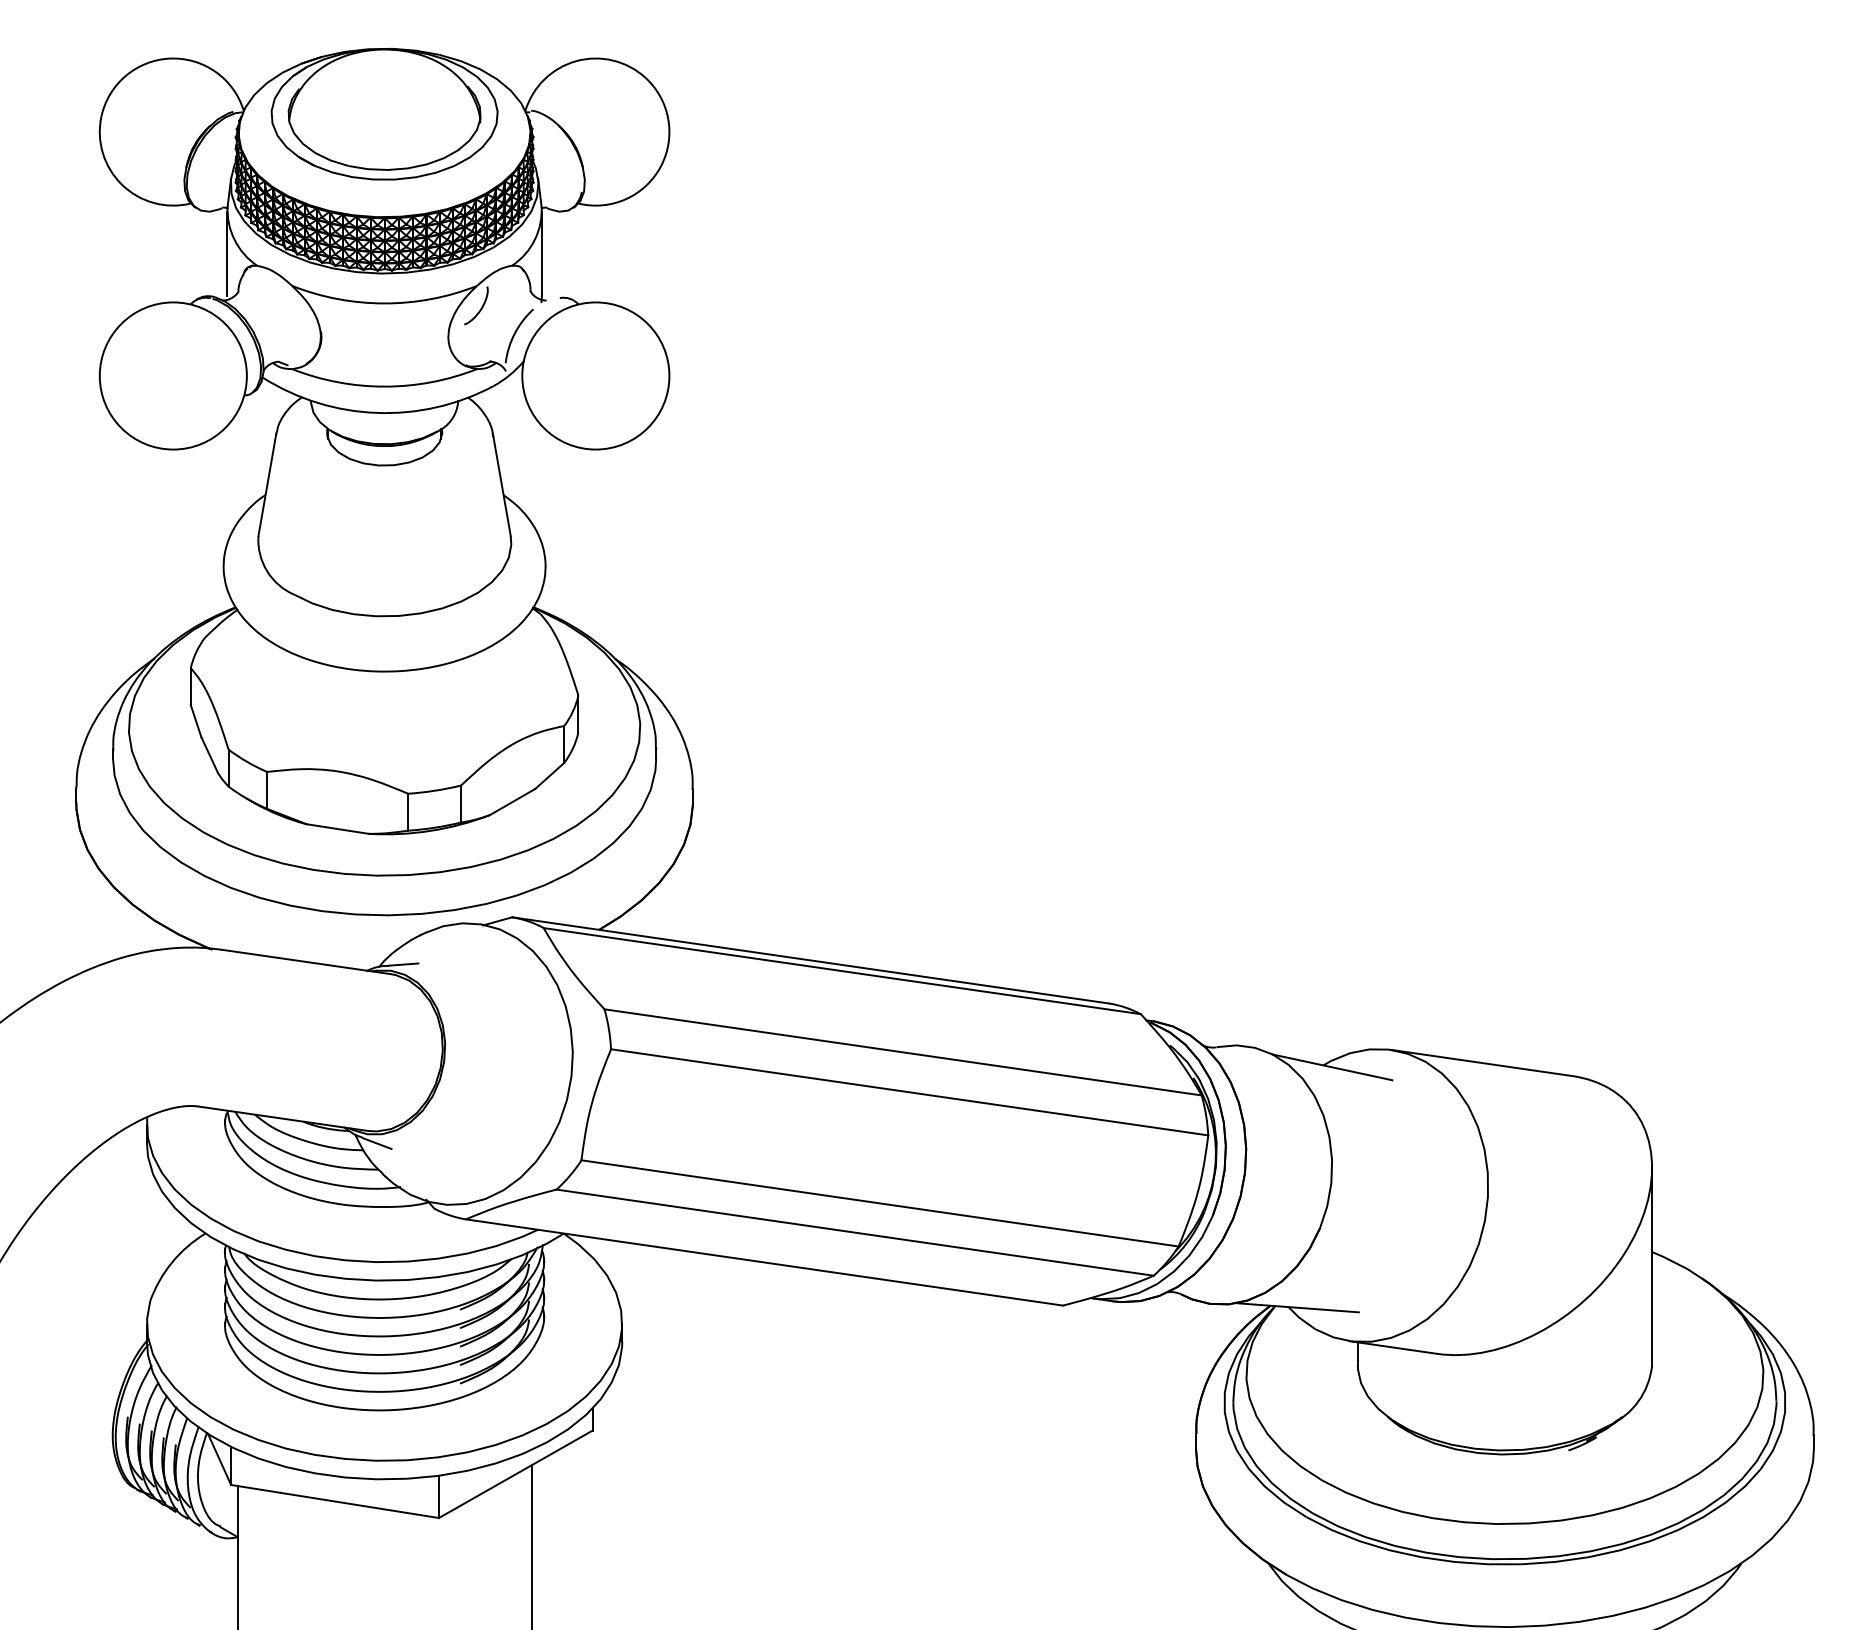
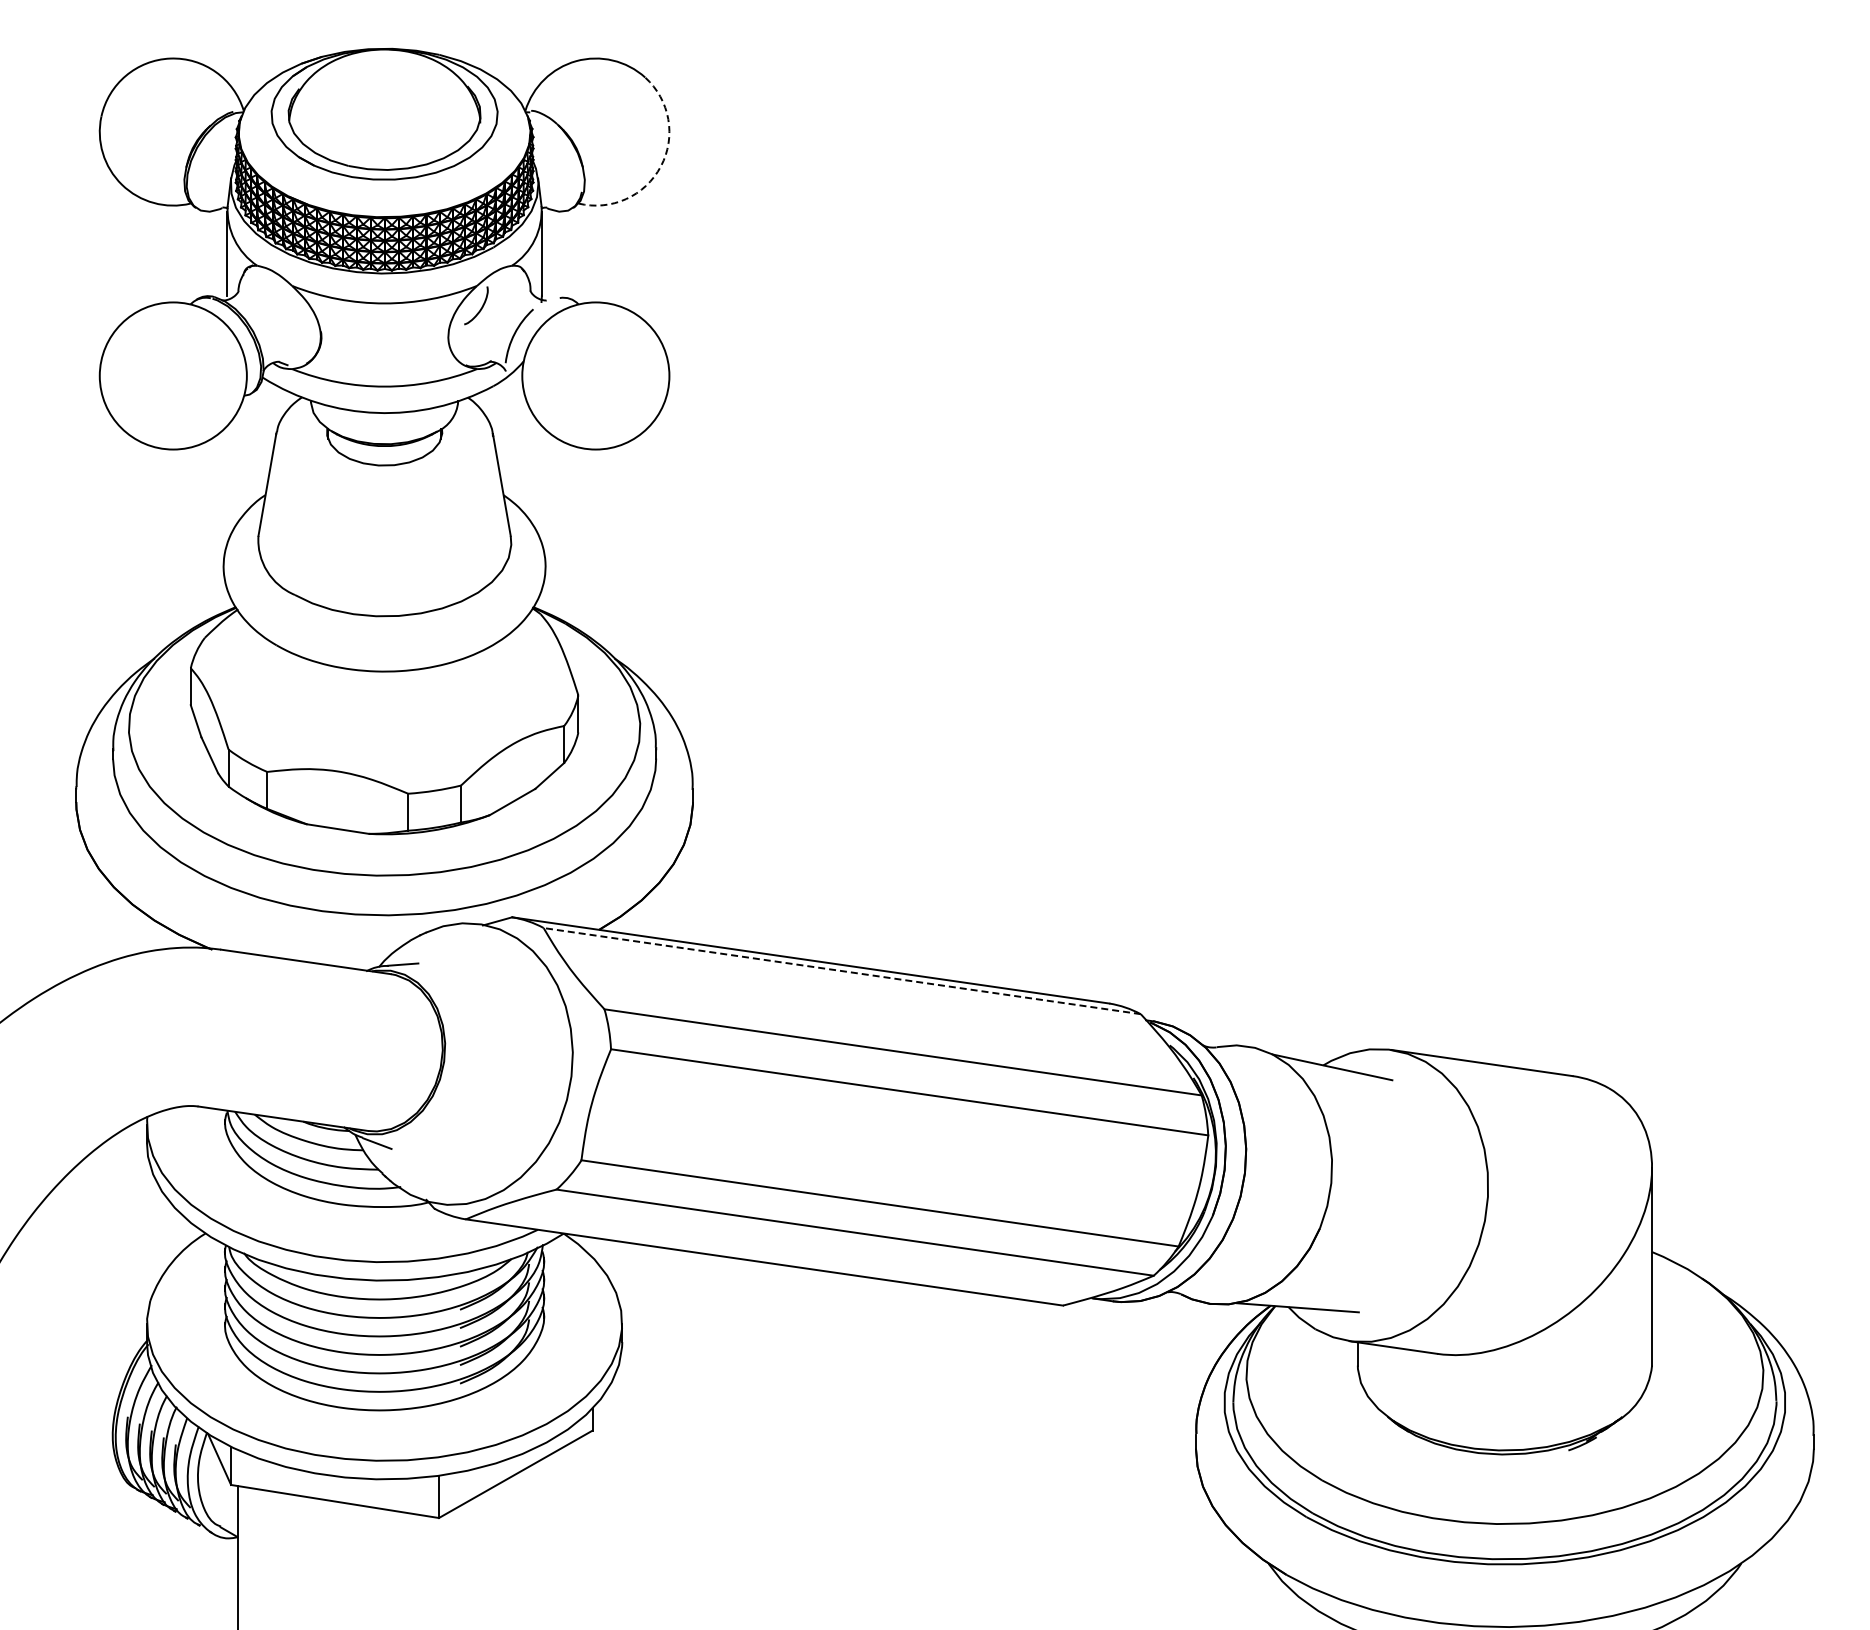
arc at (660, 166): solid -> dashed
line at (842, 971): solid -> dashed
line at (531, 1545): present -> none
